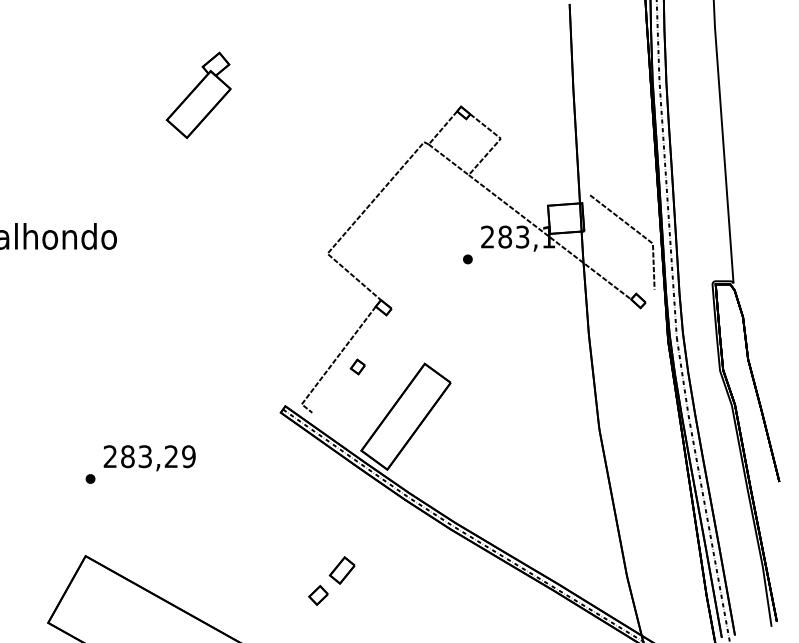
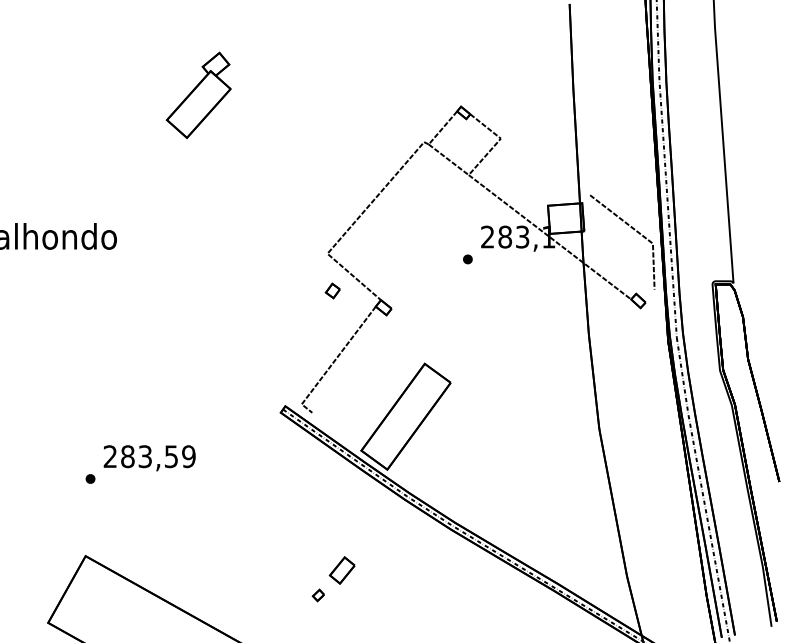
part at (357, 366) position: (357, 366) -> (332, 290)
text at (170, 456): 283,29 -> 283,59
part at (318, 595) size: 21x21 px -> 14x15 px
